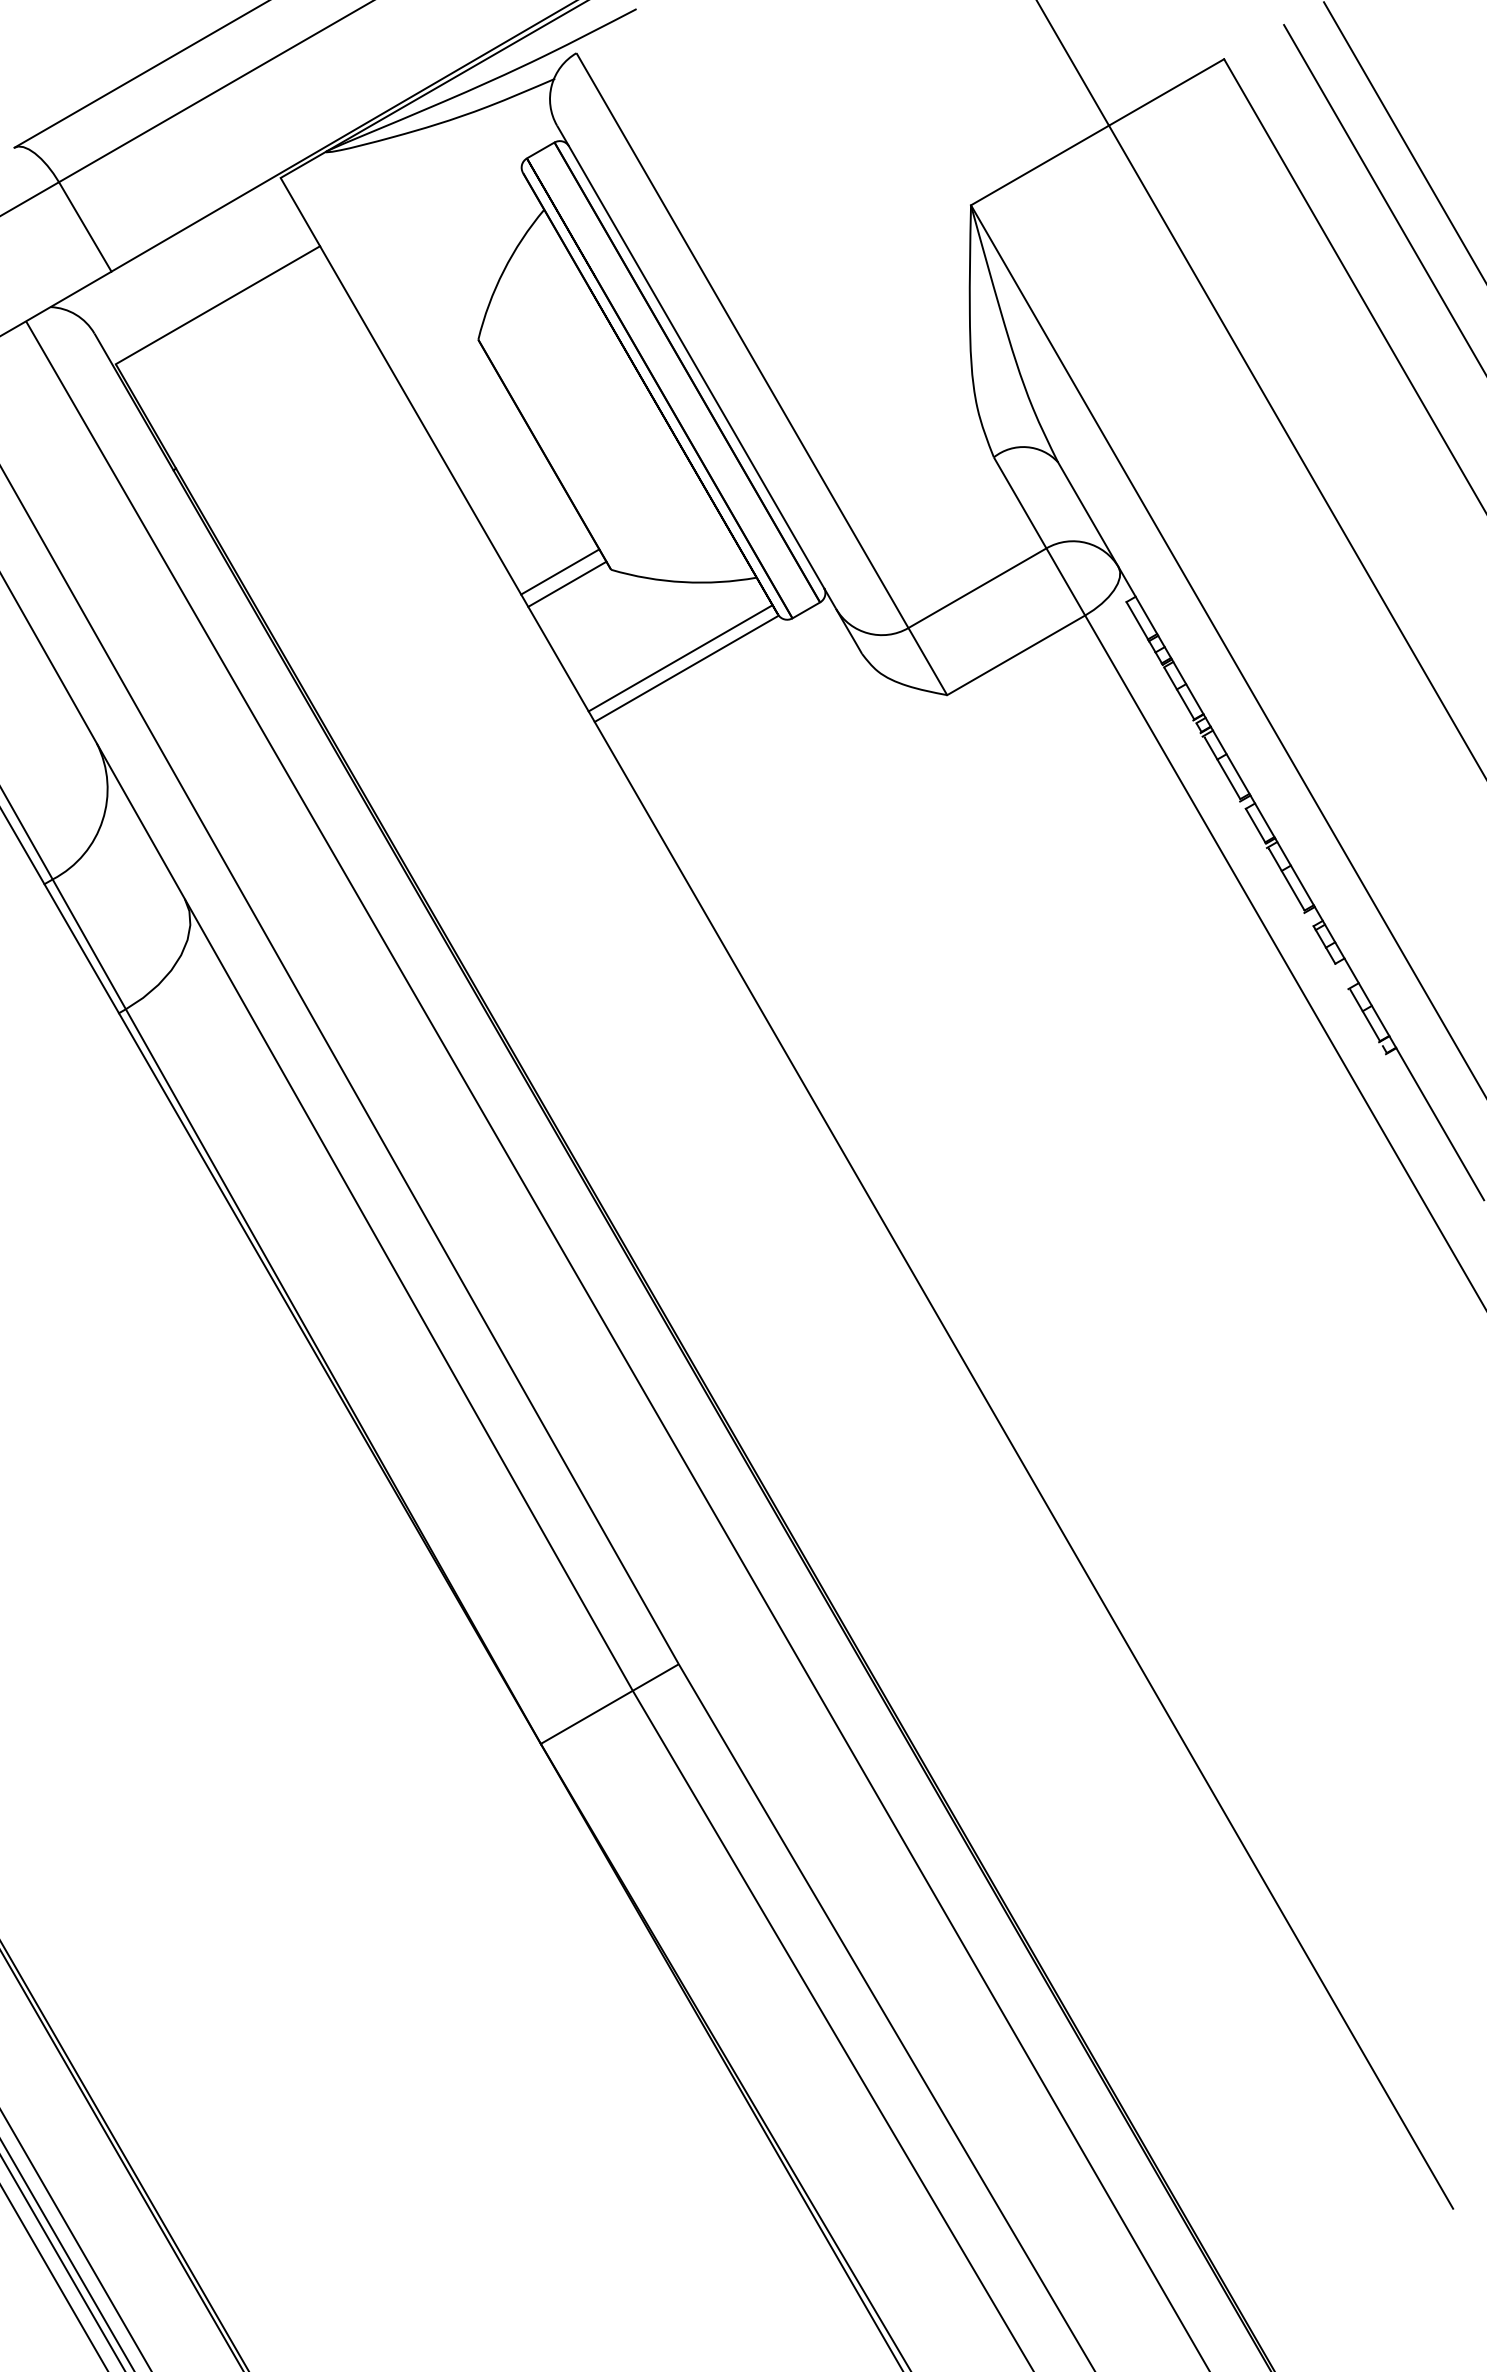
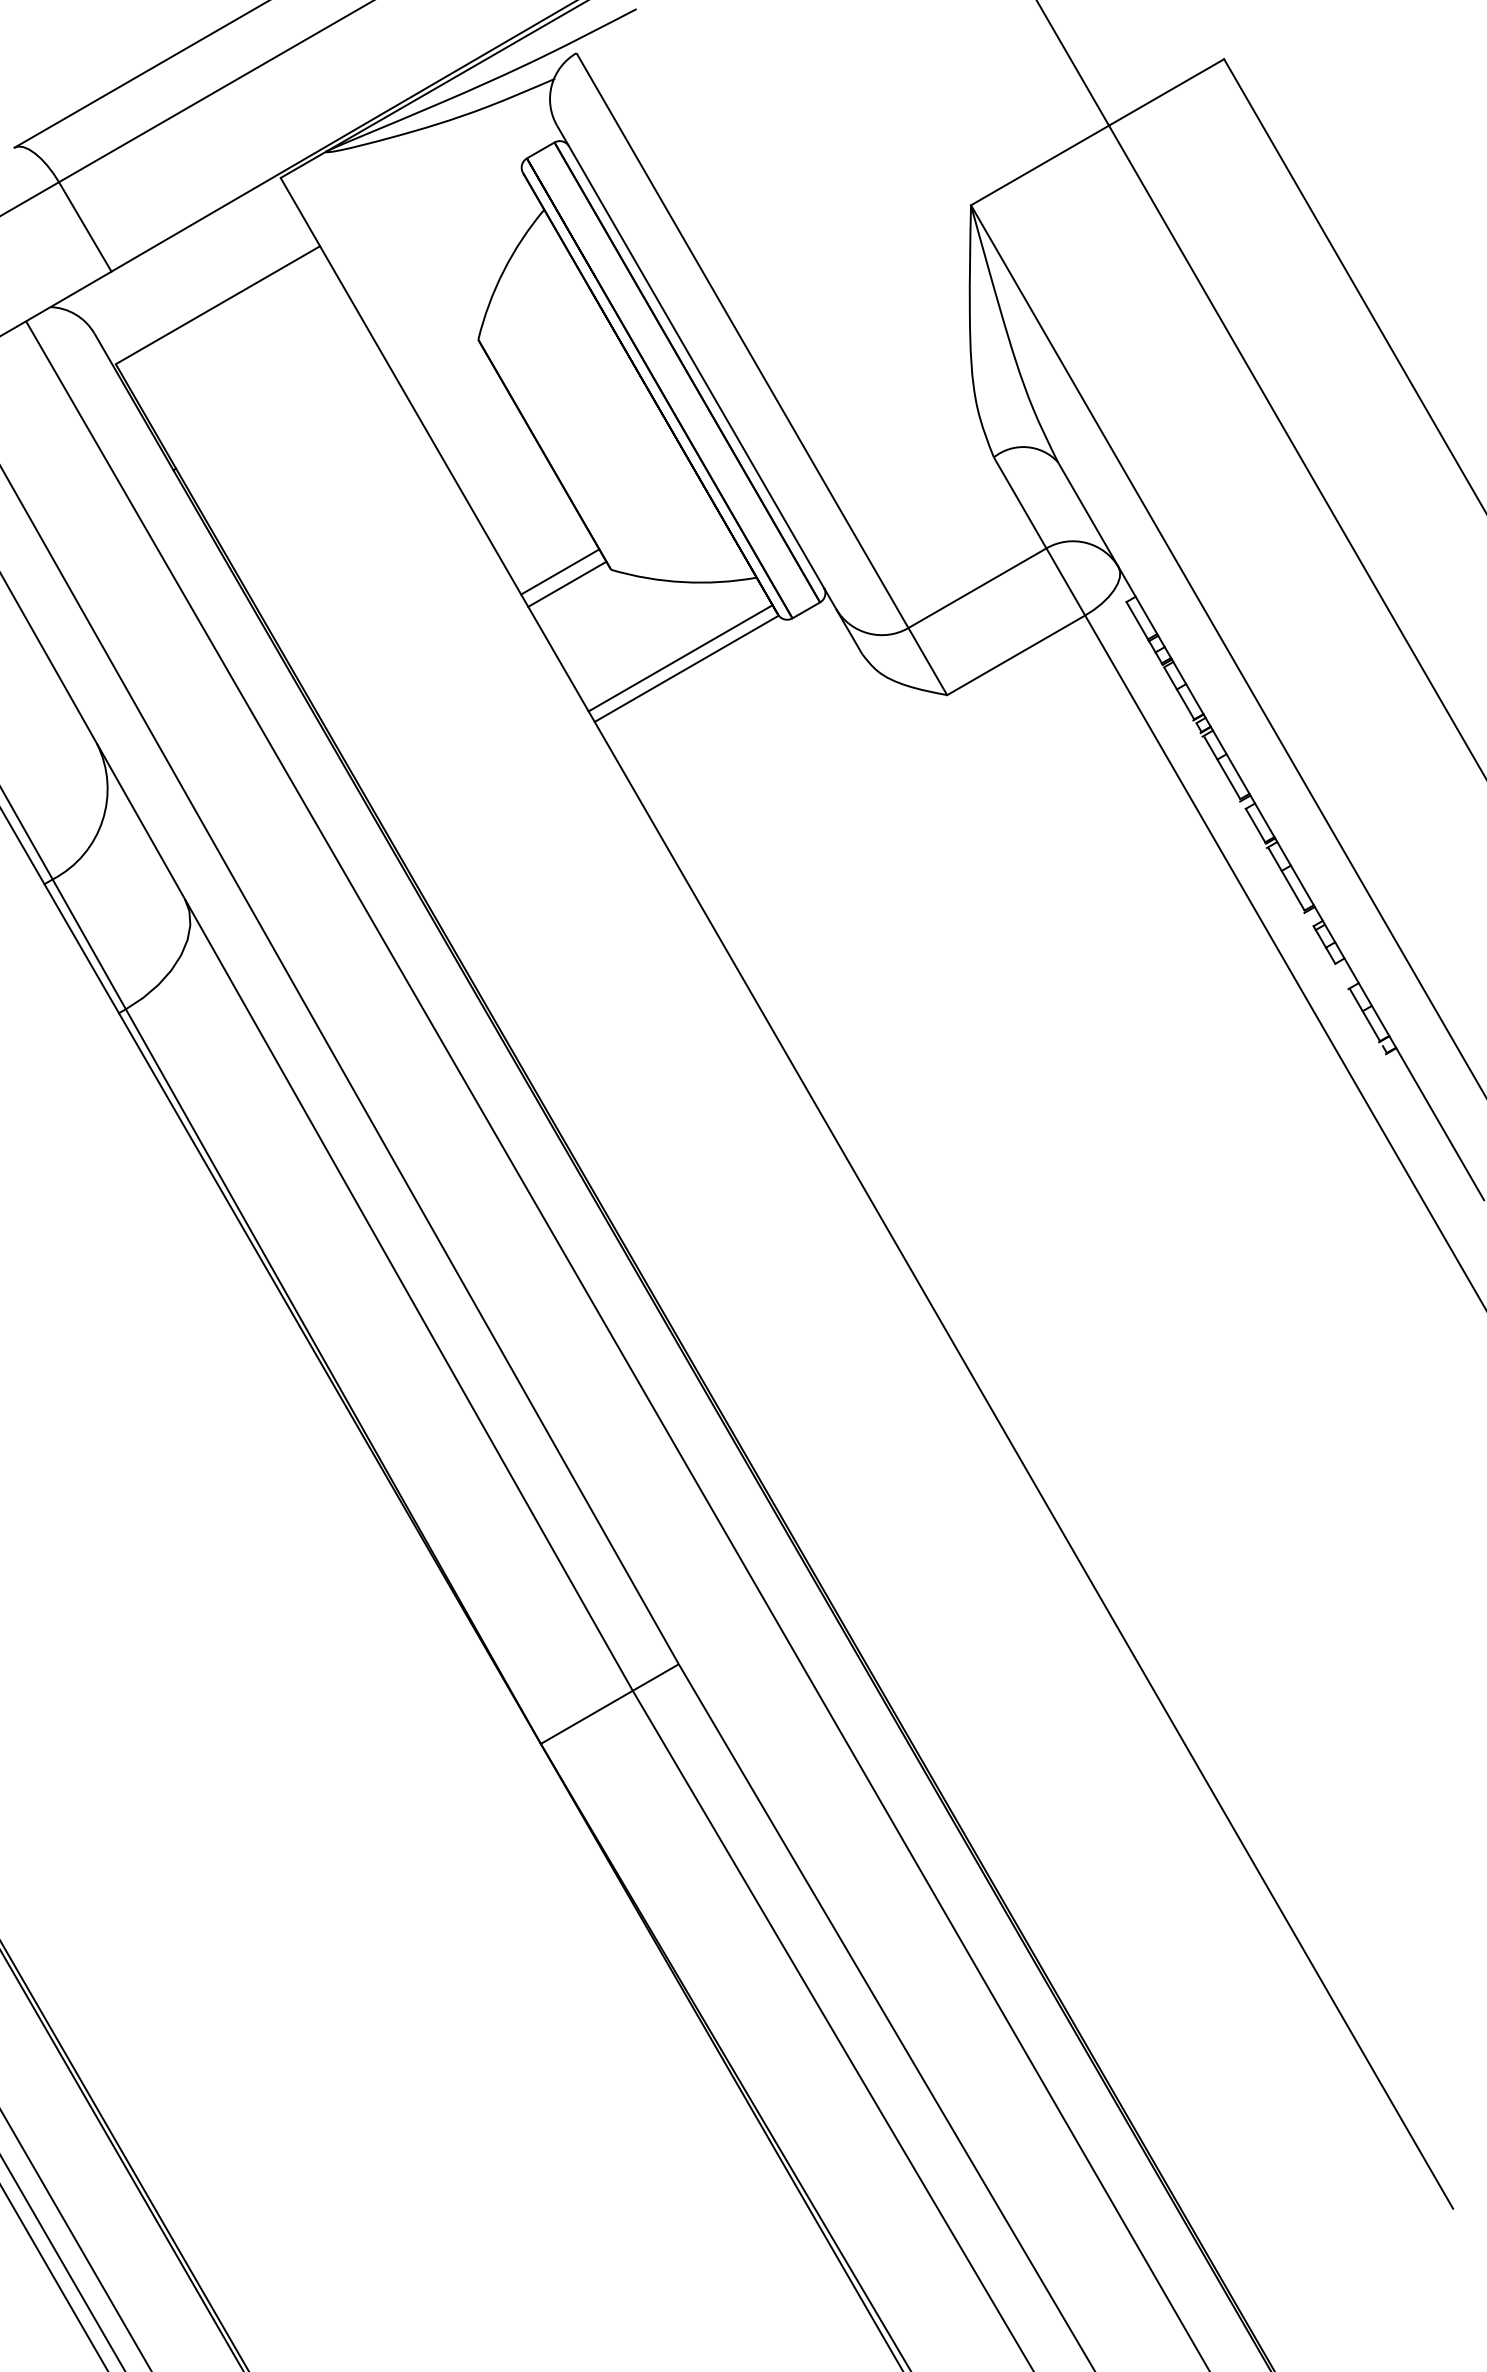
line at (1403, 140): present -> none
line at (1383, 197): present -> none
line at (67, 2254): present -> none
